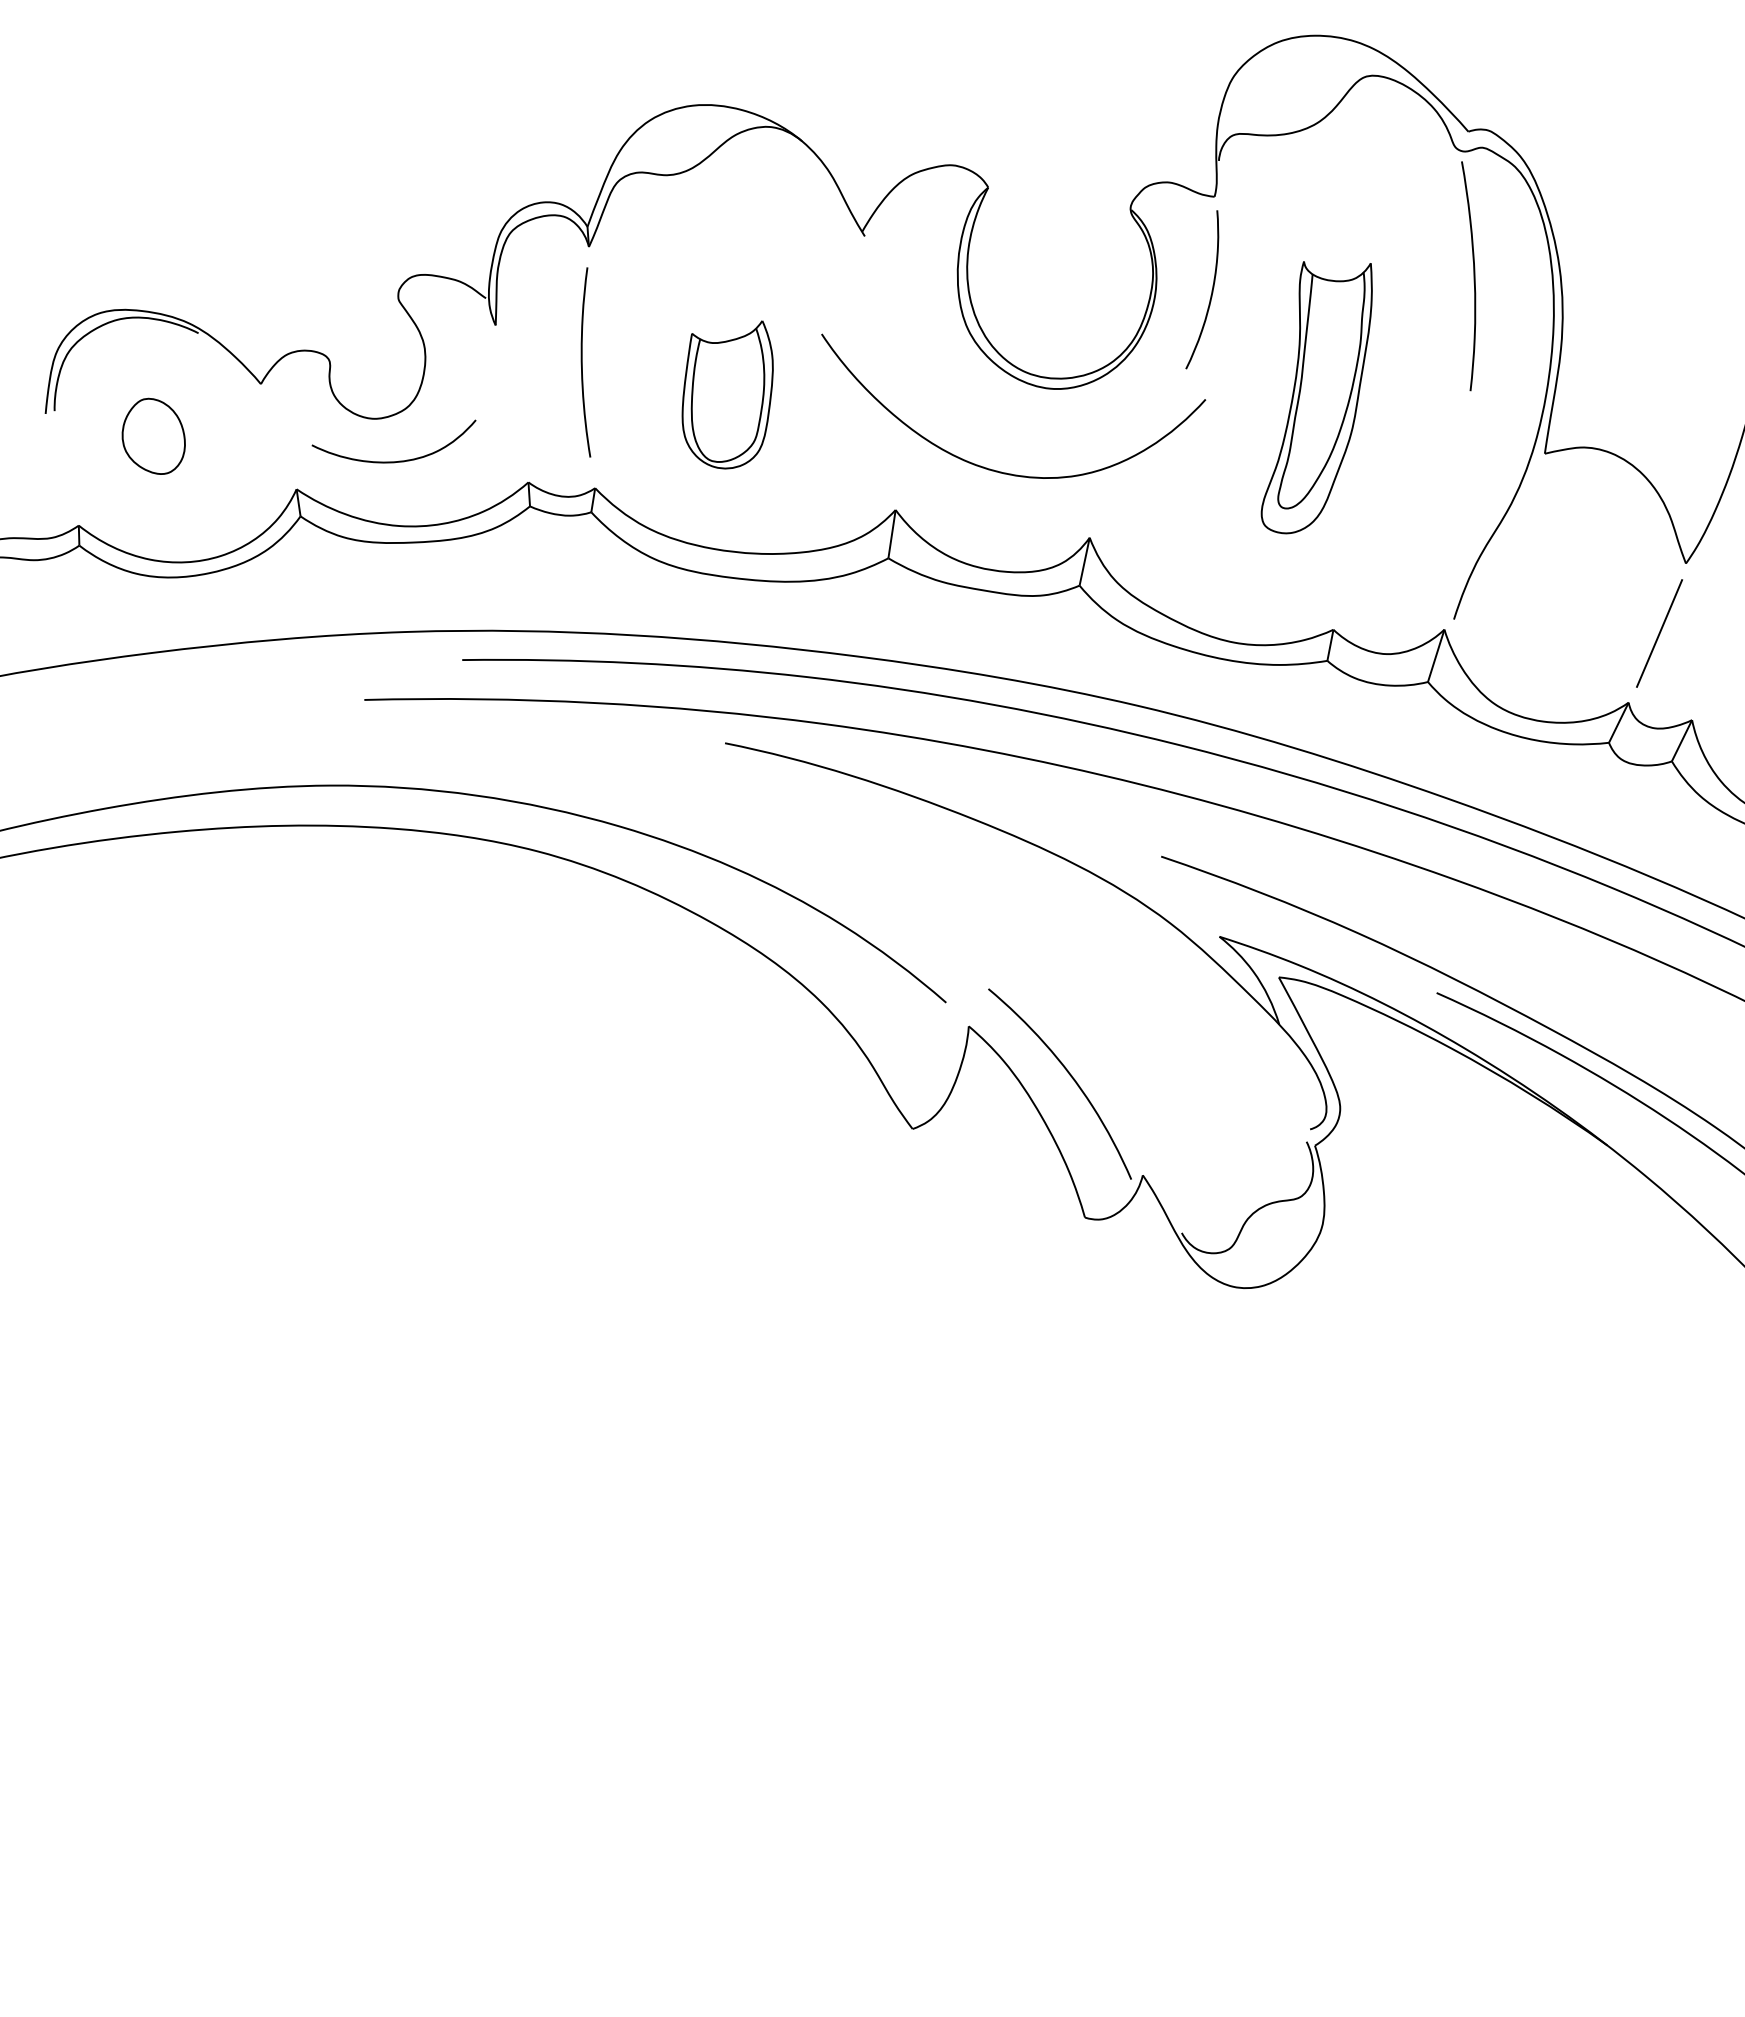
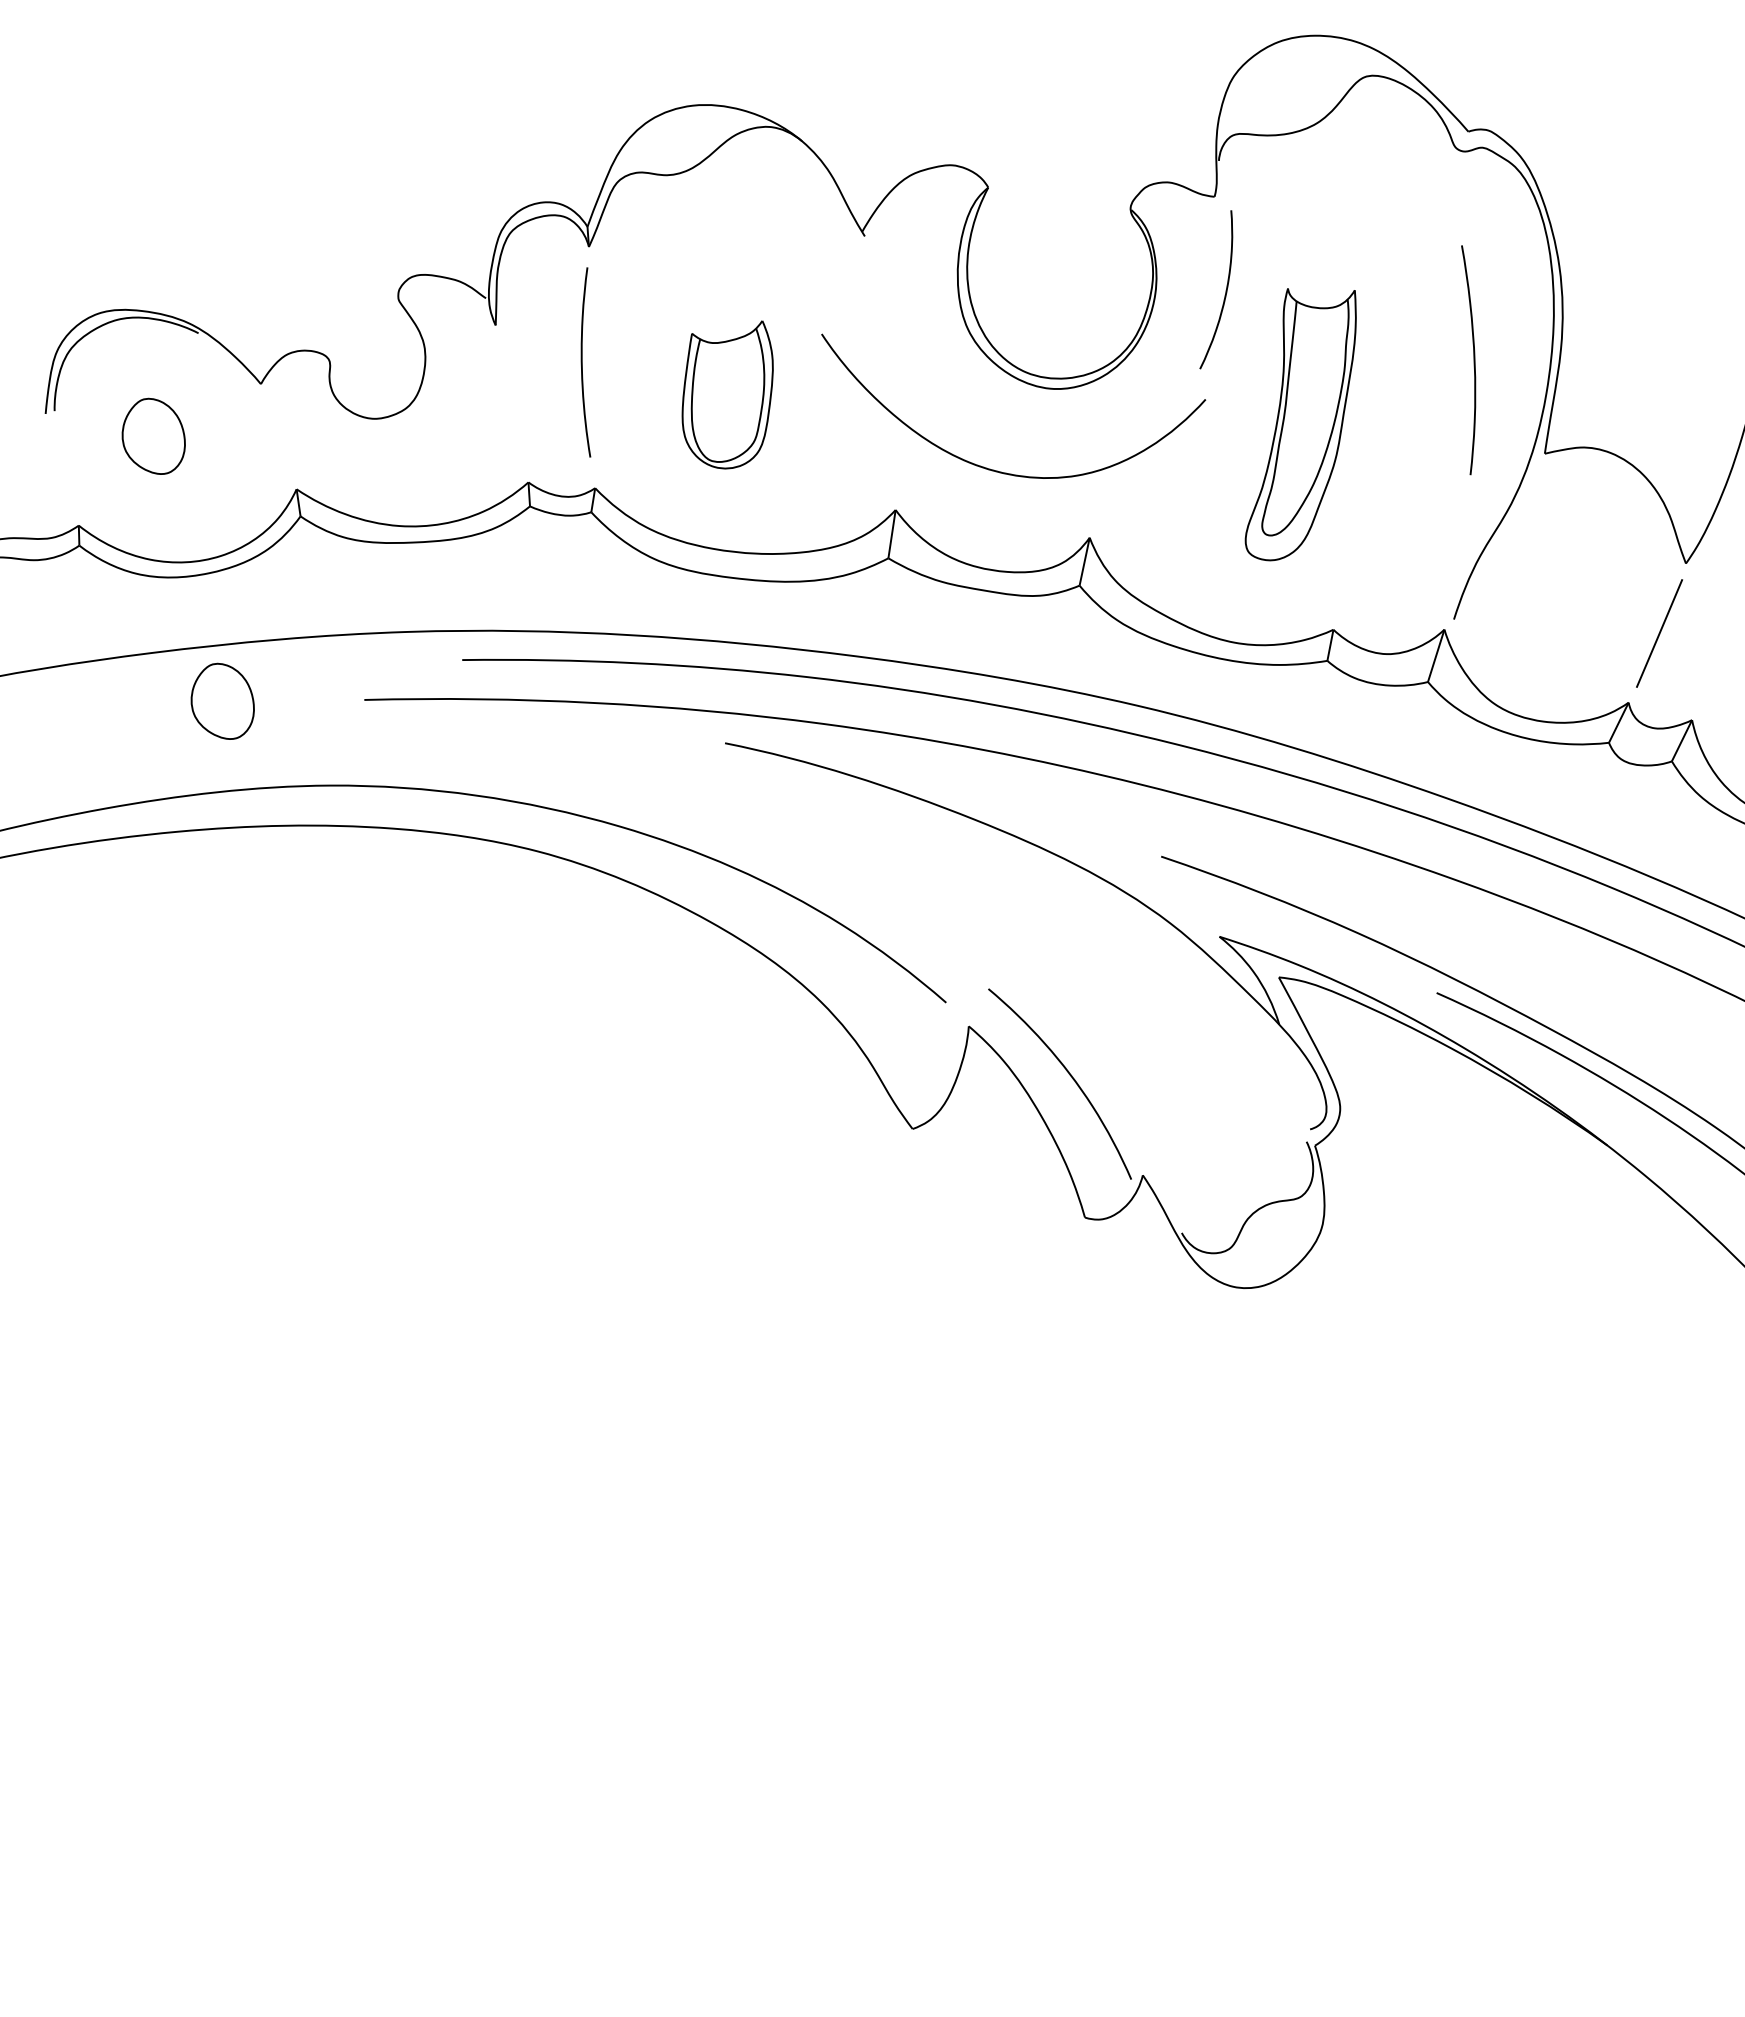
curve at (1473, 276) position: (1473, 276) -> (1473, 360)
curve at (1211, 290) position: (1211, 290) -> (1225, 290)
part at (1316, 397) position: (1316, 397) -> (1300, 424)
curve at (399, 460): present -> none
part at (222, 700): none -> present
